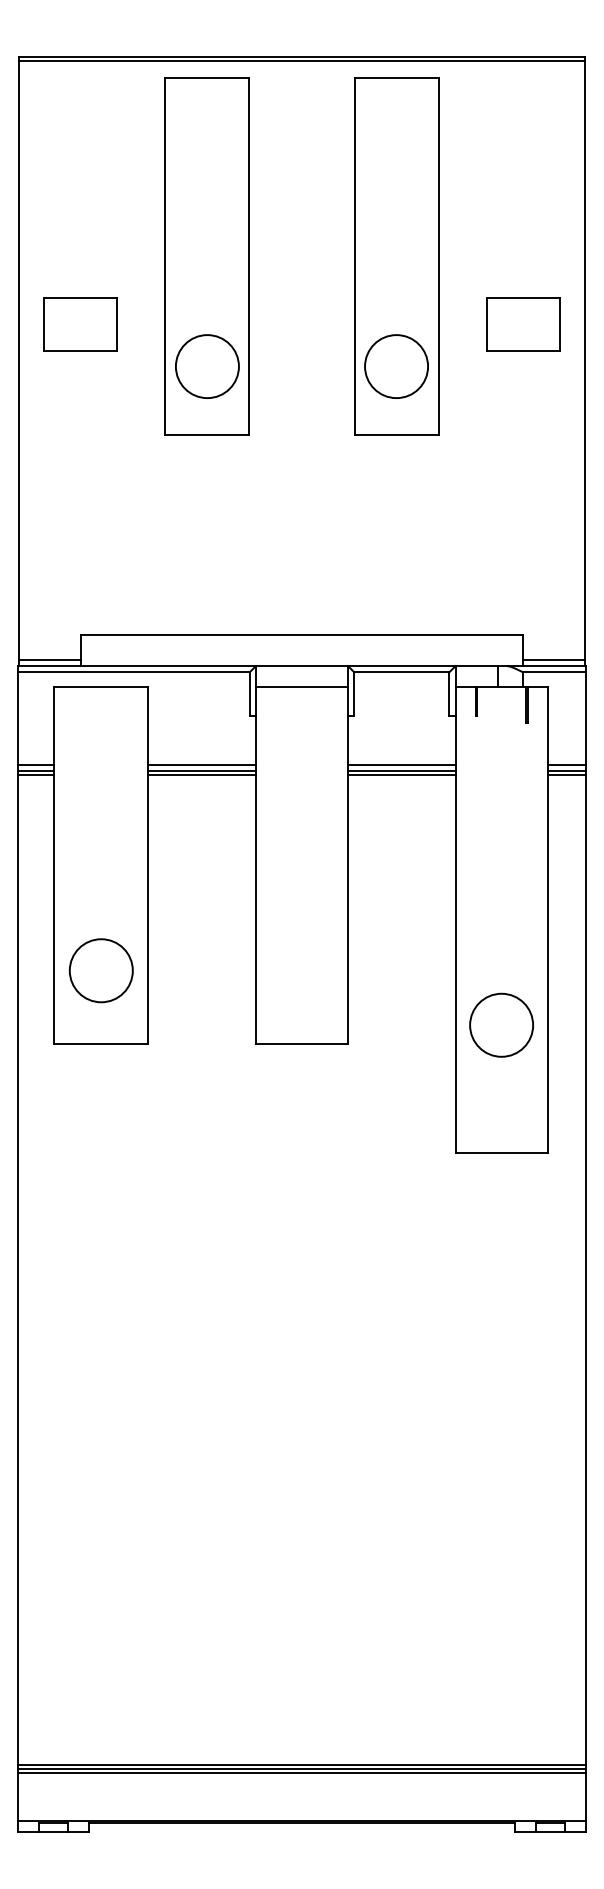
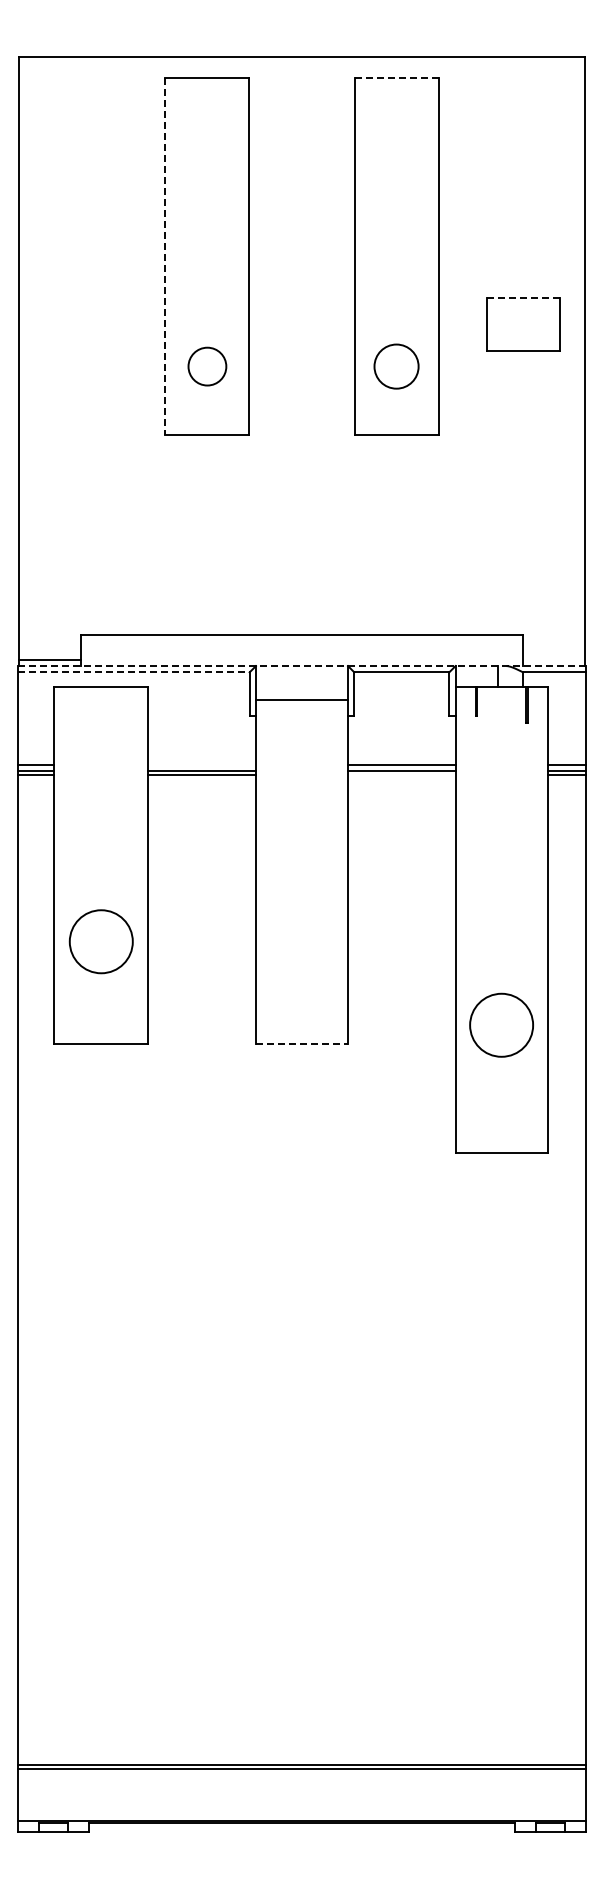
line at (301, 60): present -> none
line at (396, 77): solid -> dashed
line at (165, 256): solid -> dashed
line at (523, 298): solid -> dashed
part at (80, 324): present -> none
circle at (206, 366) diameter: 63 px -> 38 px
circle at (396, 366) diameter: 63 px -> 44 px
line at (553, 659): present -> none
line at (302, 666): solid -> dashed
line at (133, 672): solid -> dashed
line at (301, 687) position: (301, 687) -> (301, 700)
line at (201, 764): present -> none
line at (401, 775): present -> none
circle at (100, 970) position: (100, 970) -> (100, 941)
line at (302, 1044): solid -> dashed
line at (301, 1773): present -> none
